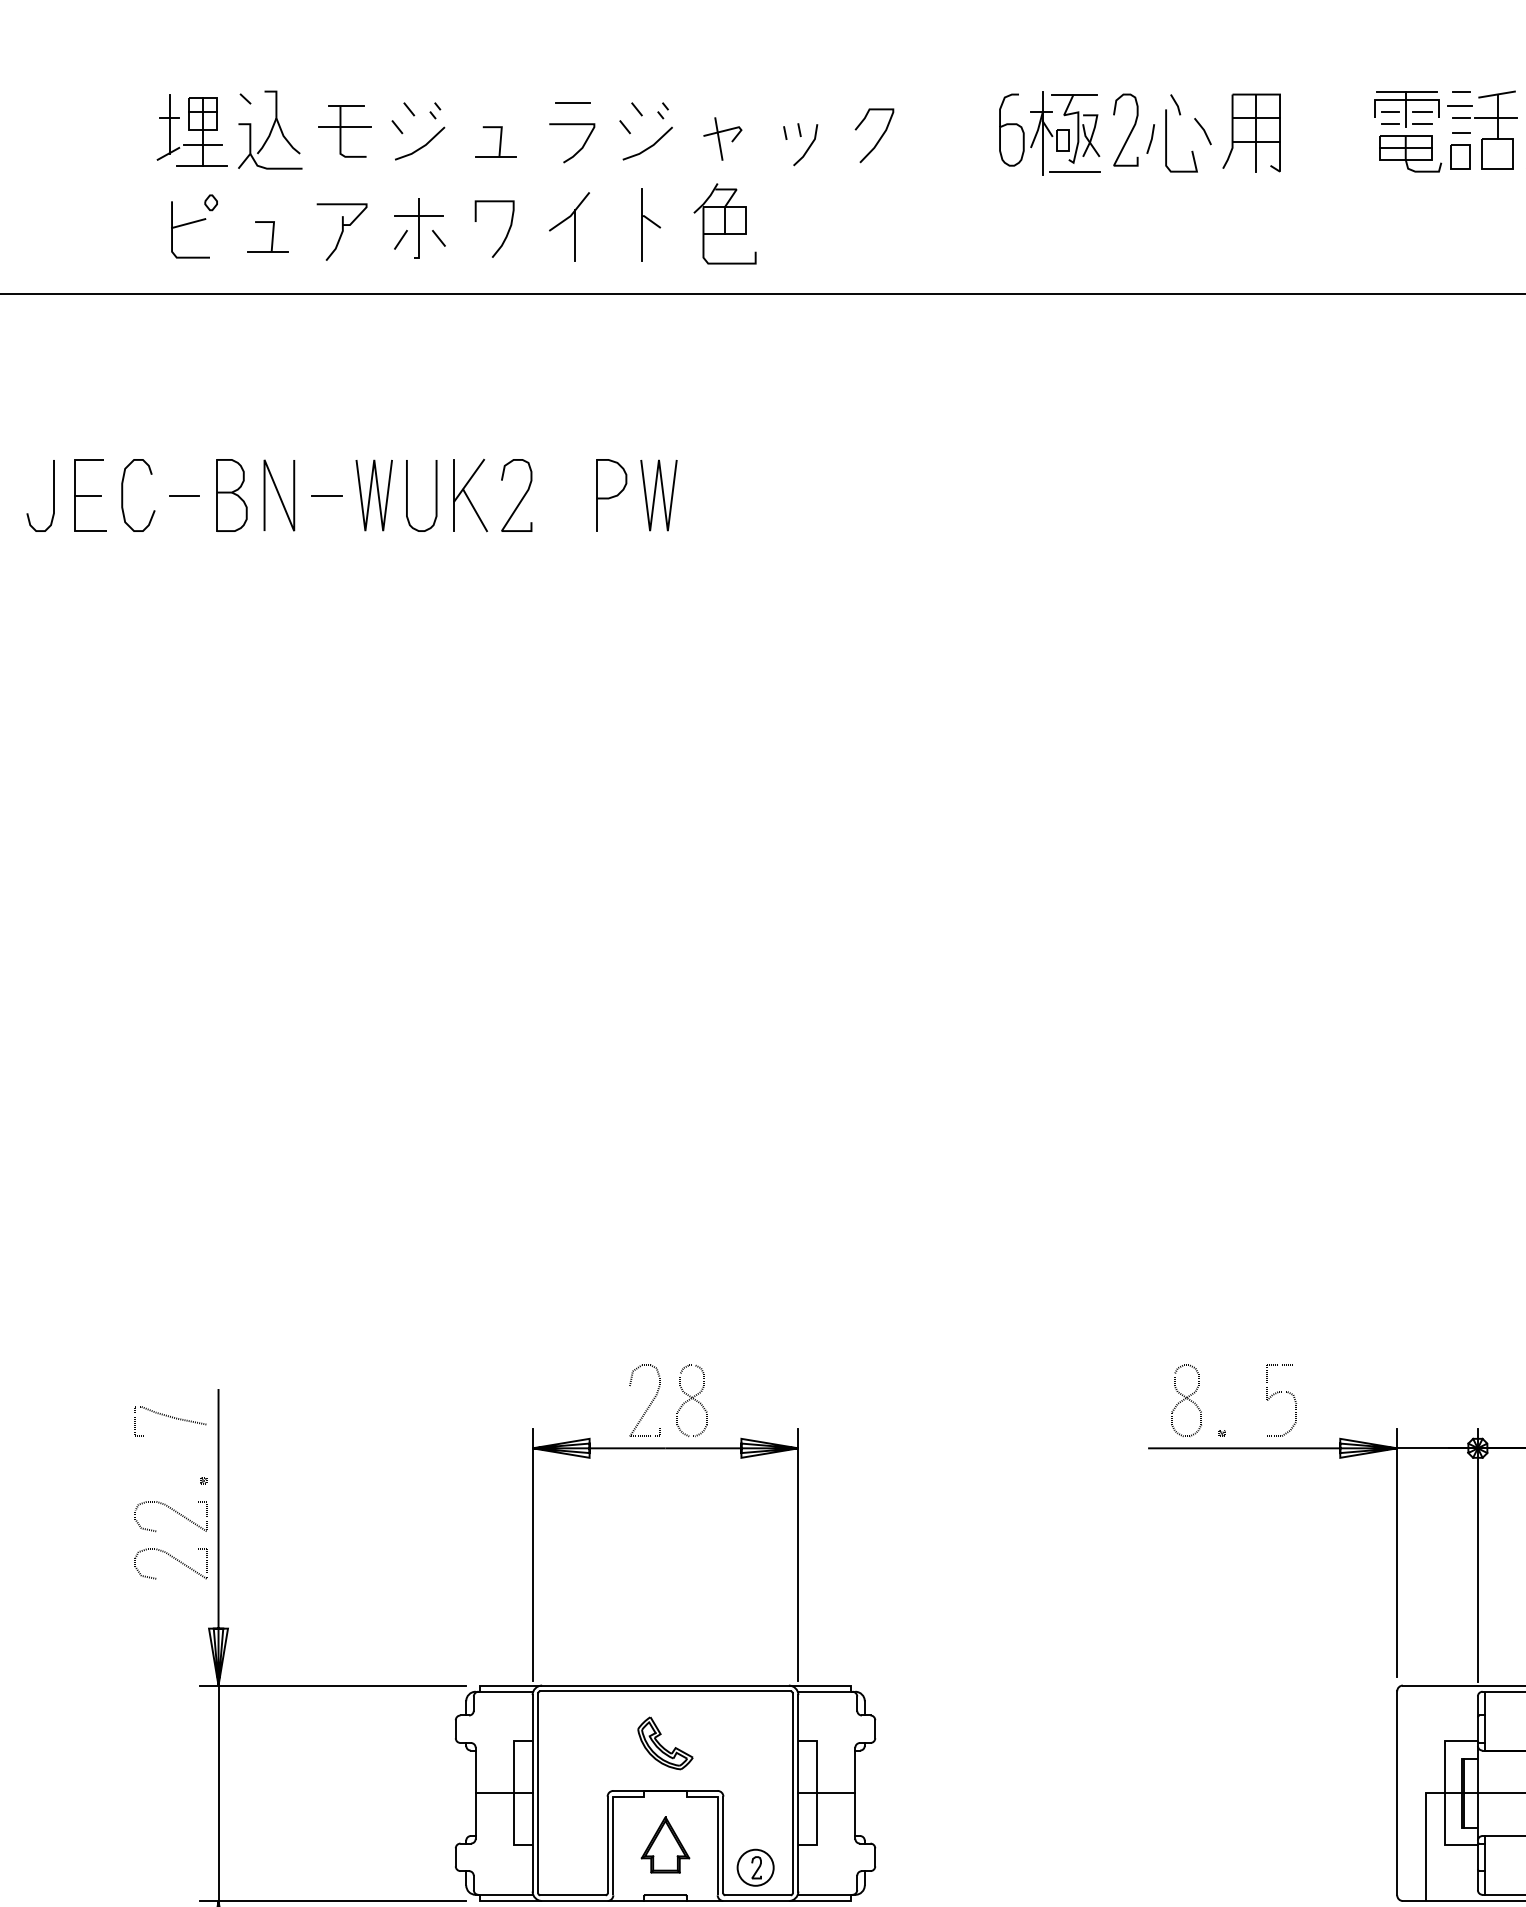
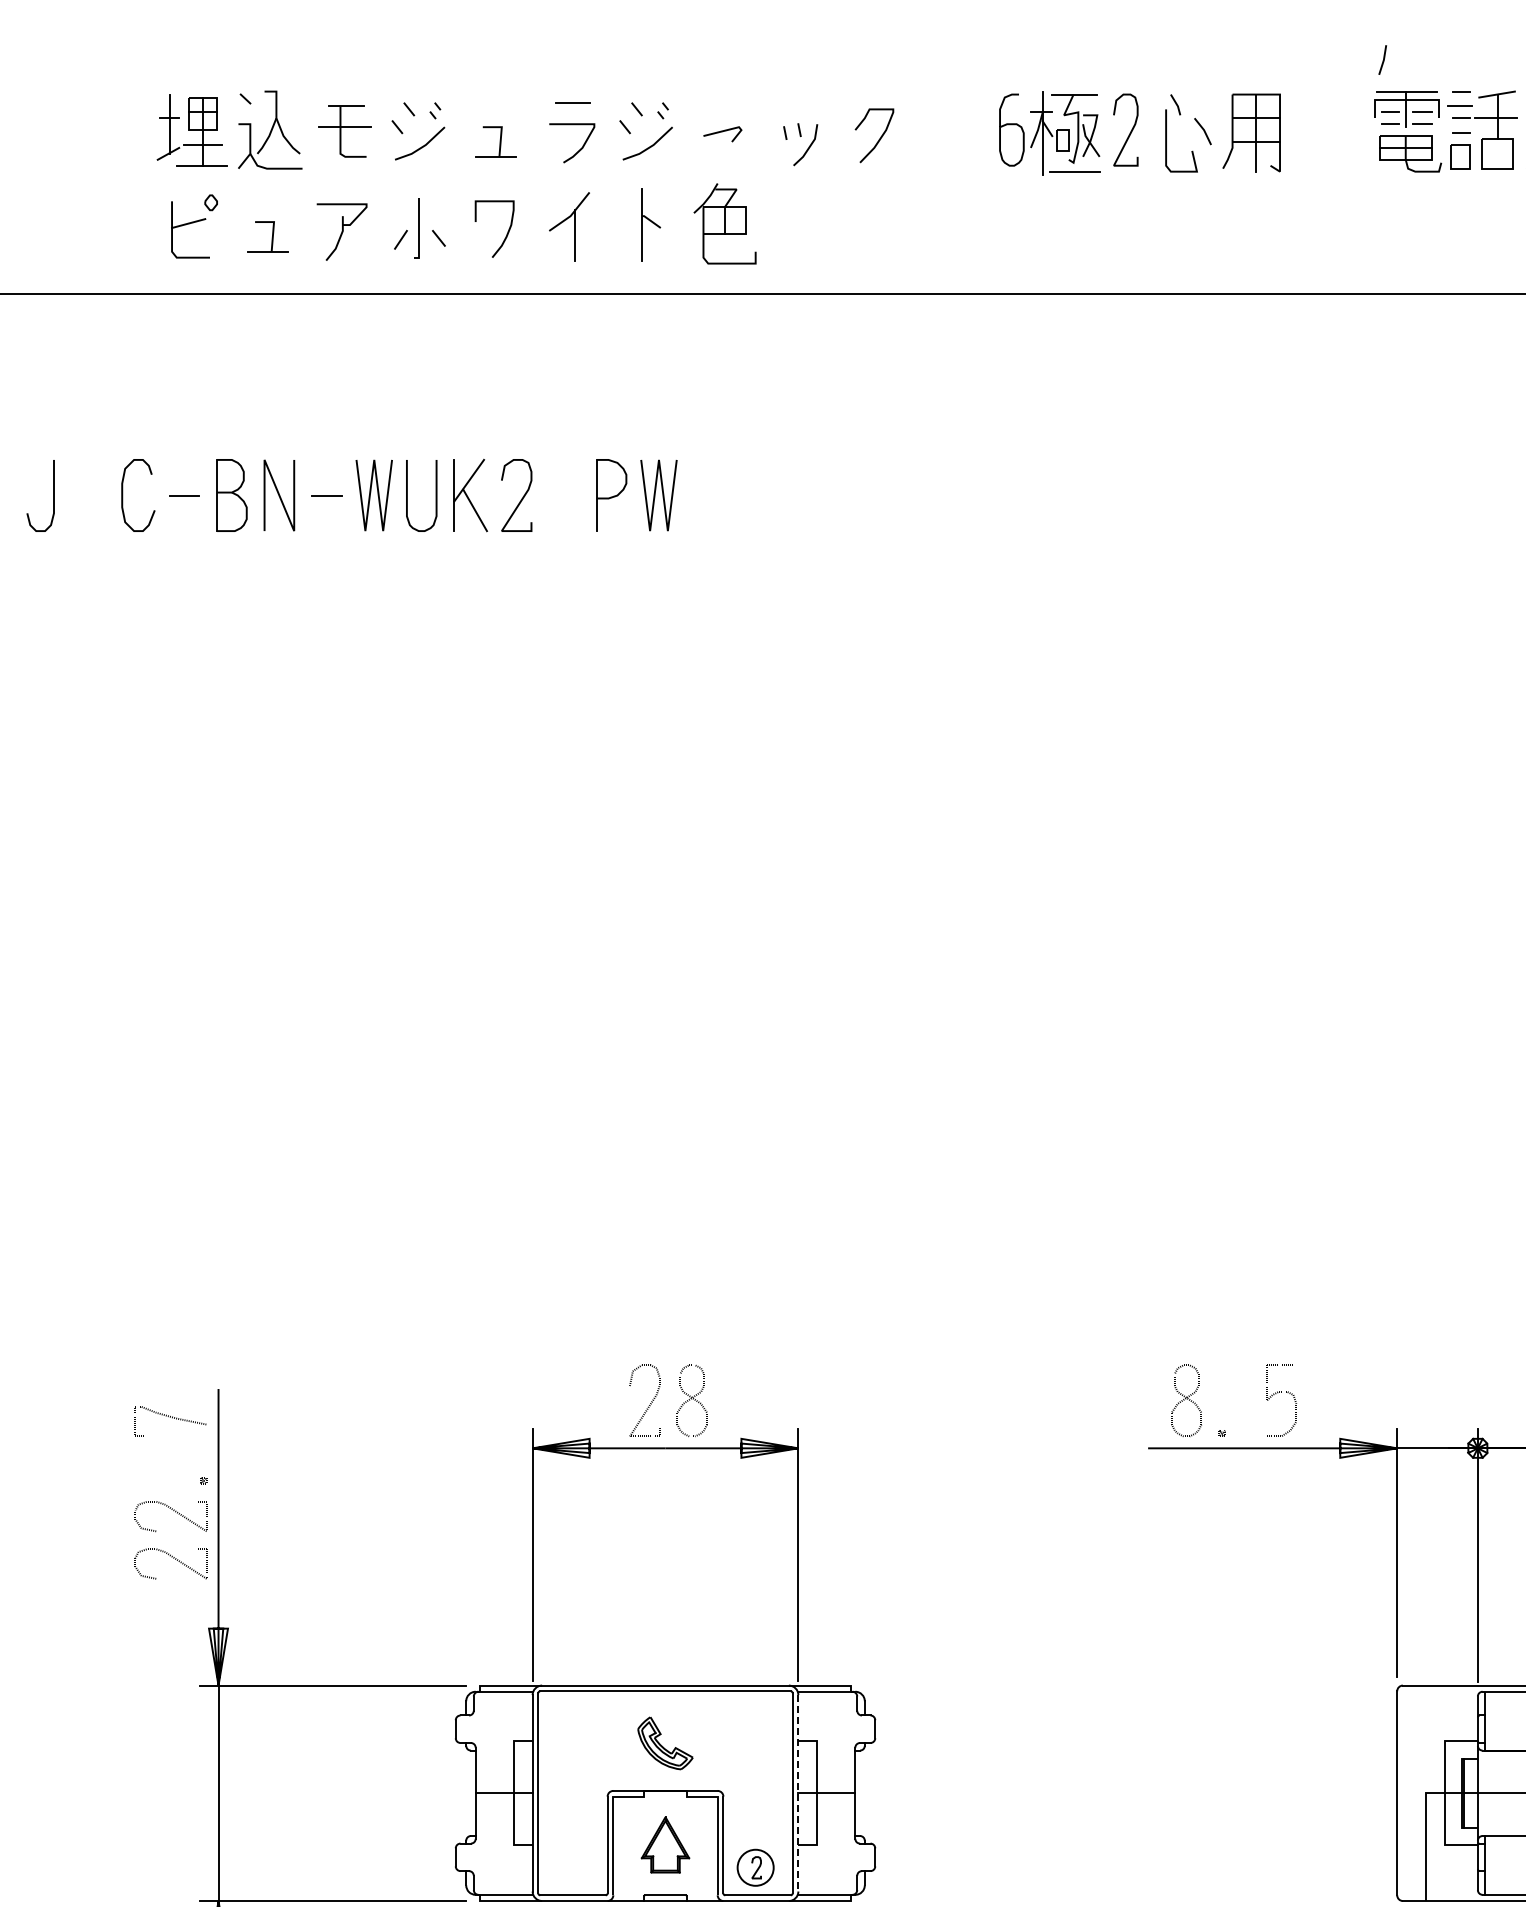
line at (718, 138): present -> none
line at (1151, 138) position: (1151, 138) -> (1383, 59)
line at (418, 216): present -> none
part at (90, 495): present -> none
line at (798, 1793): solid -> dashed
